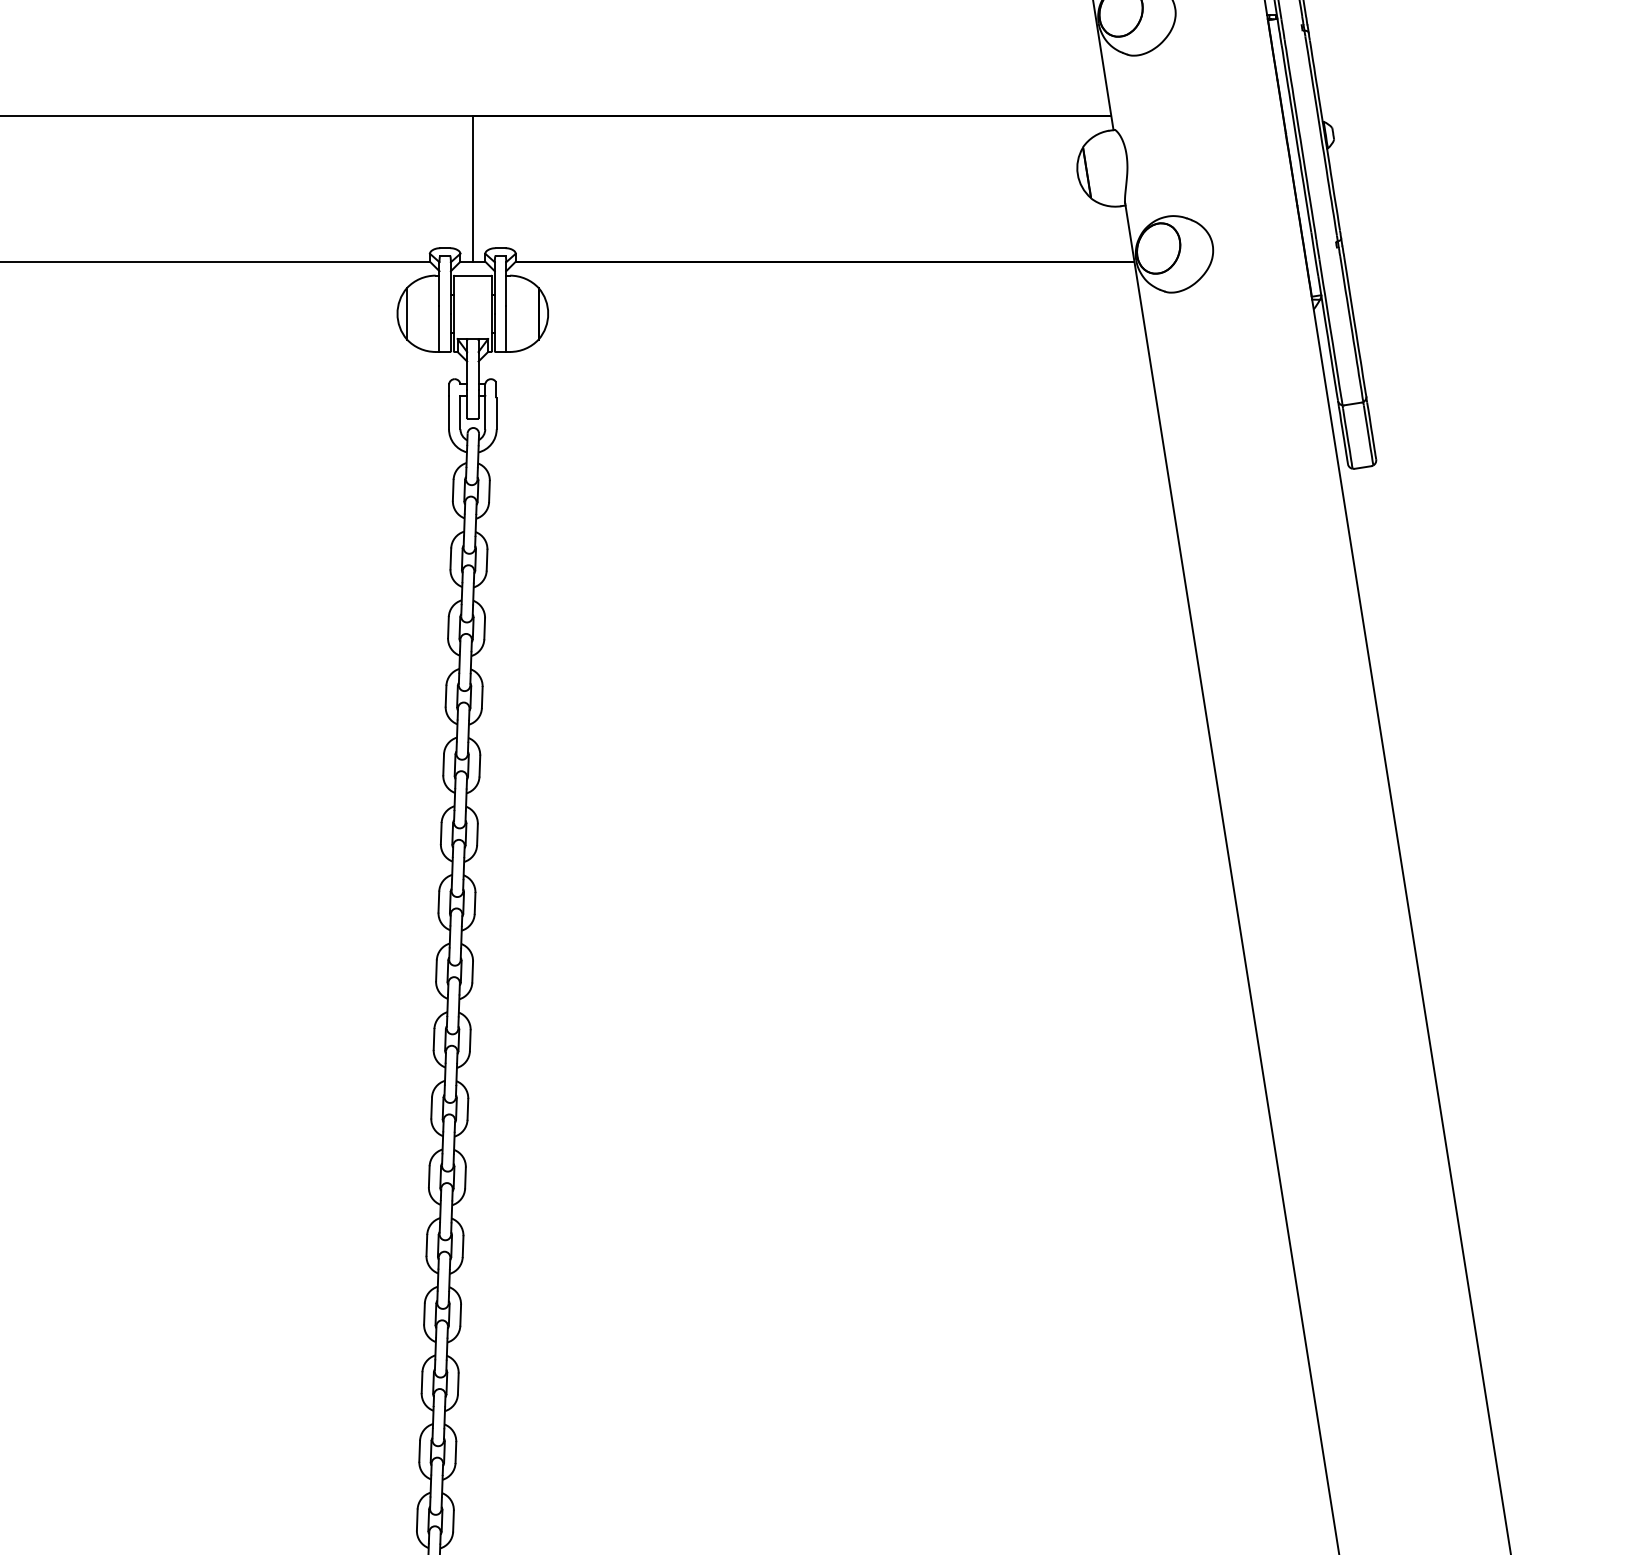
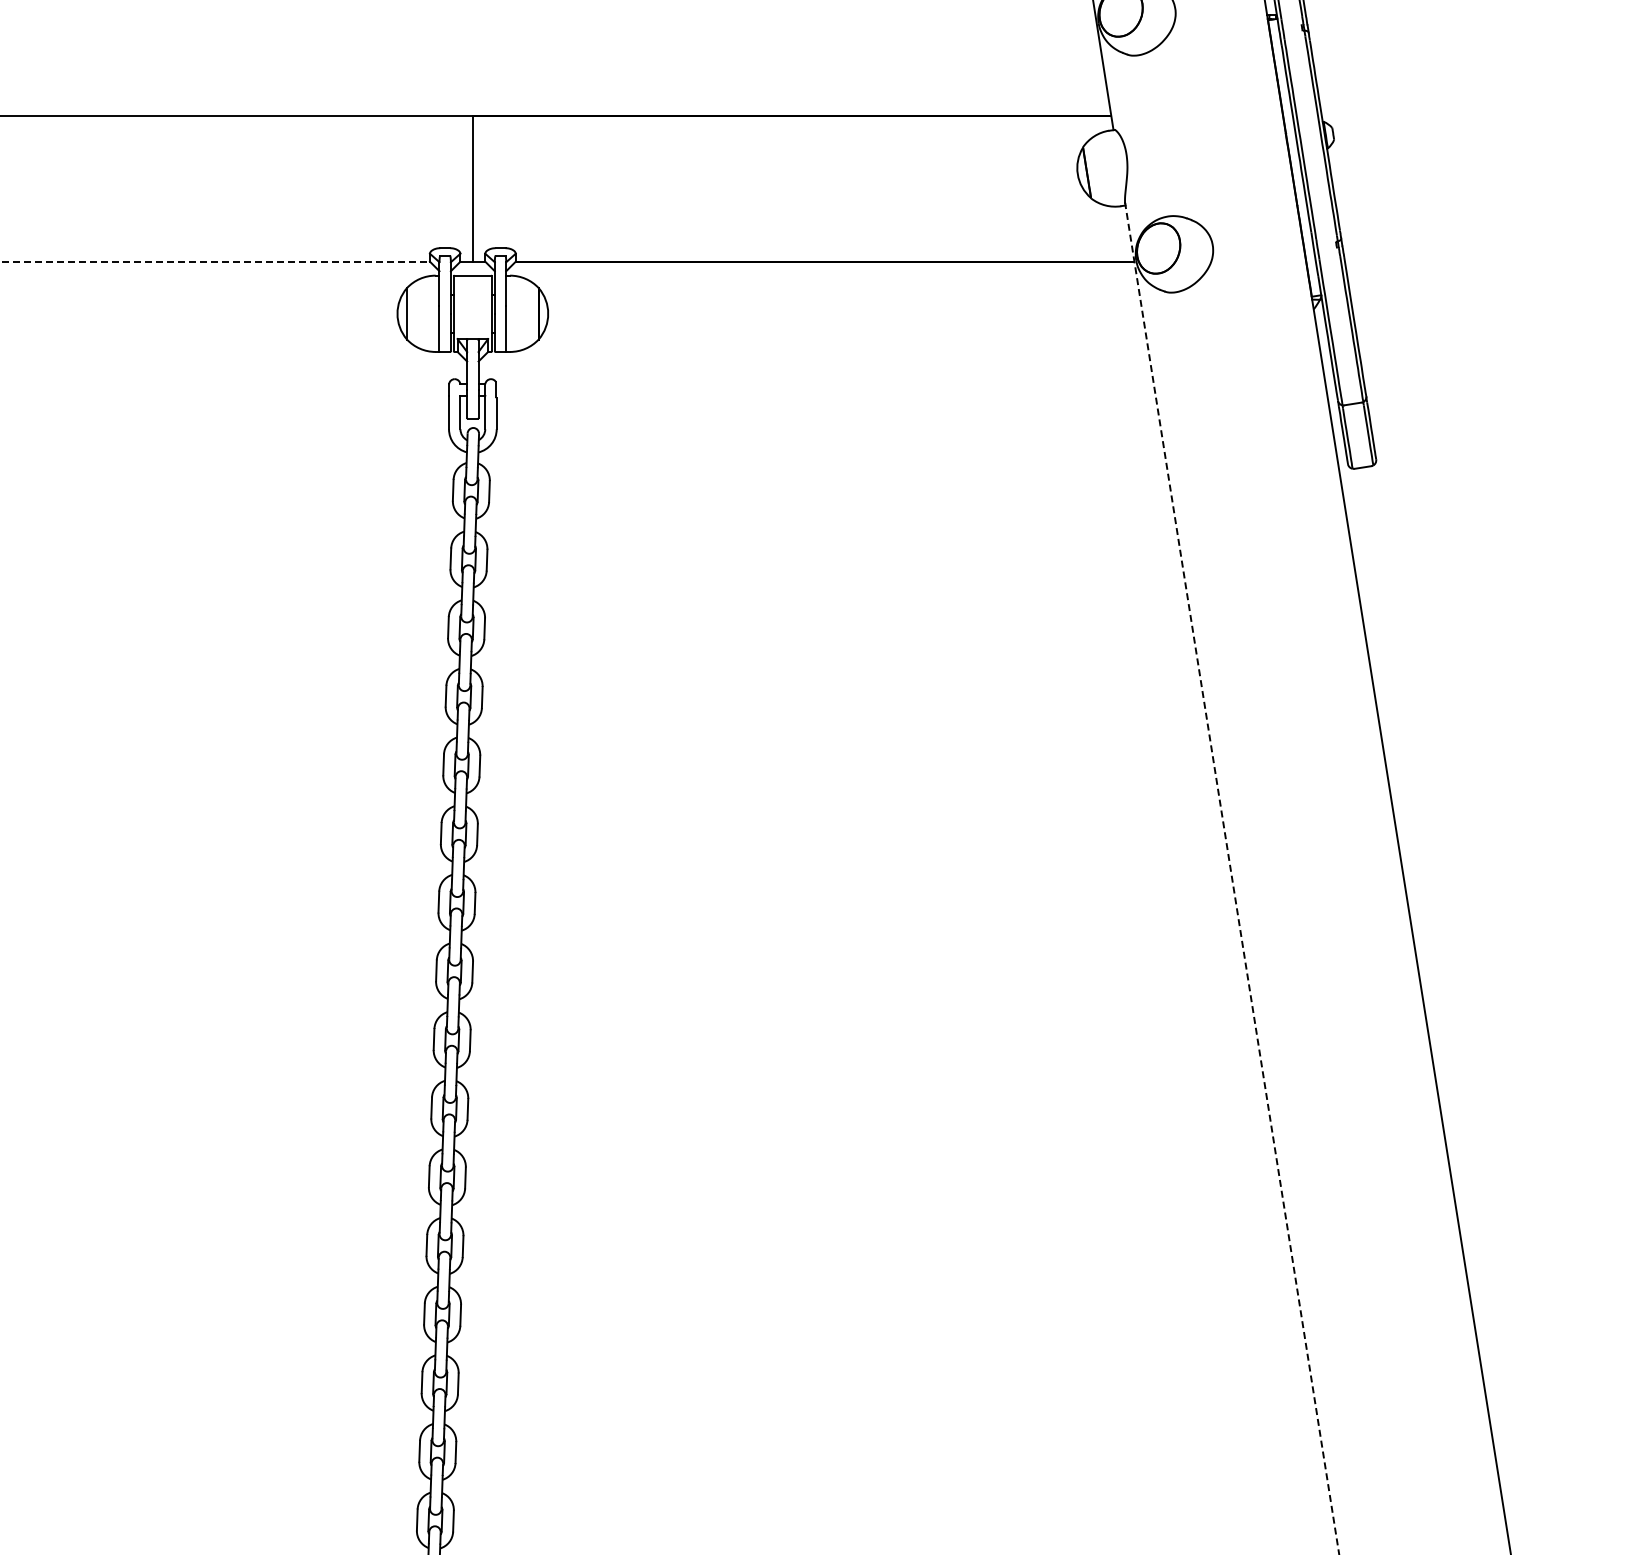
line at (215, 261): solid -> dashed
line at (1232, 878): solid -> dashed
